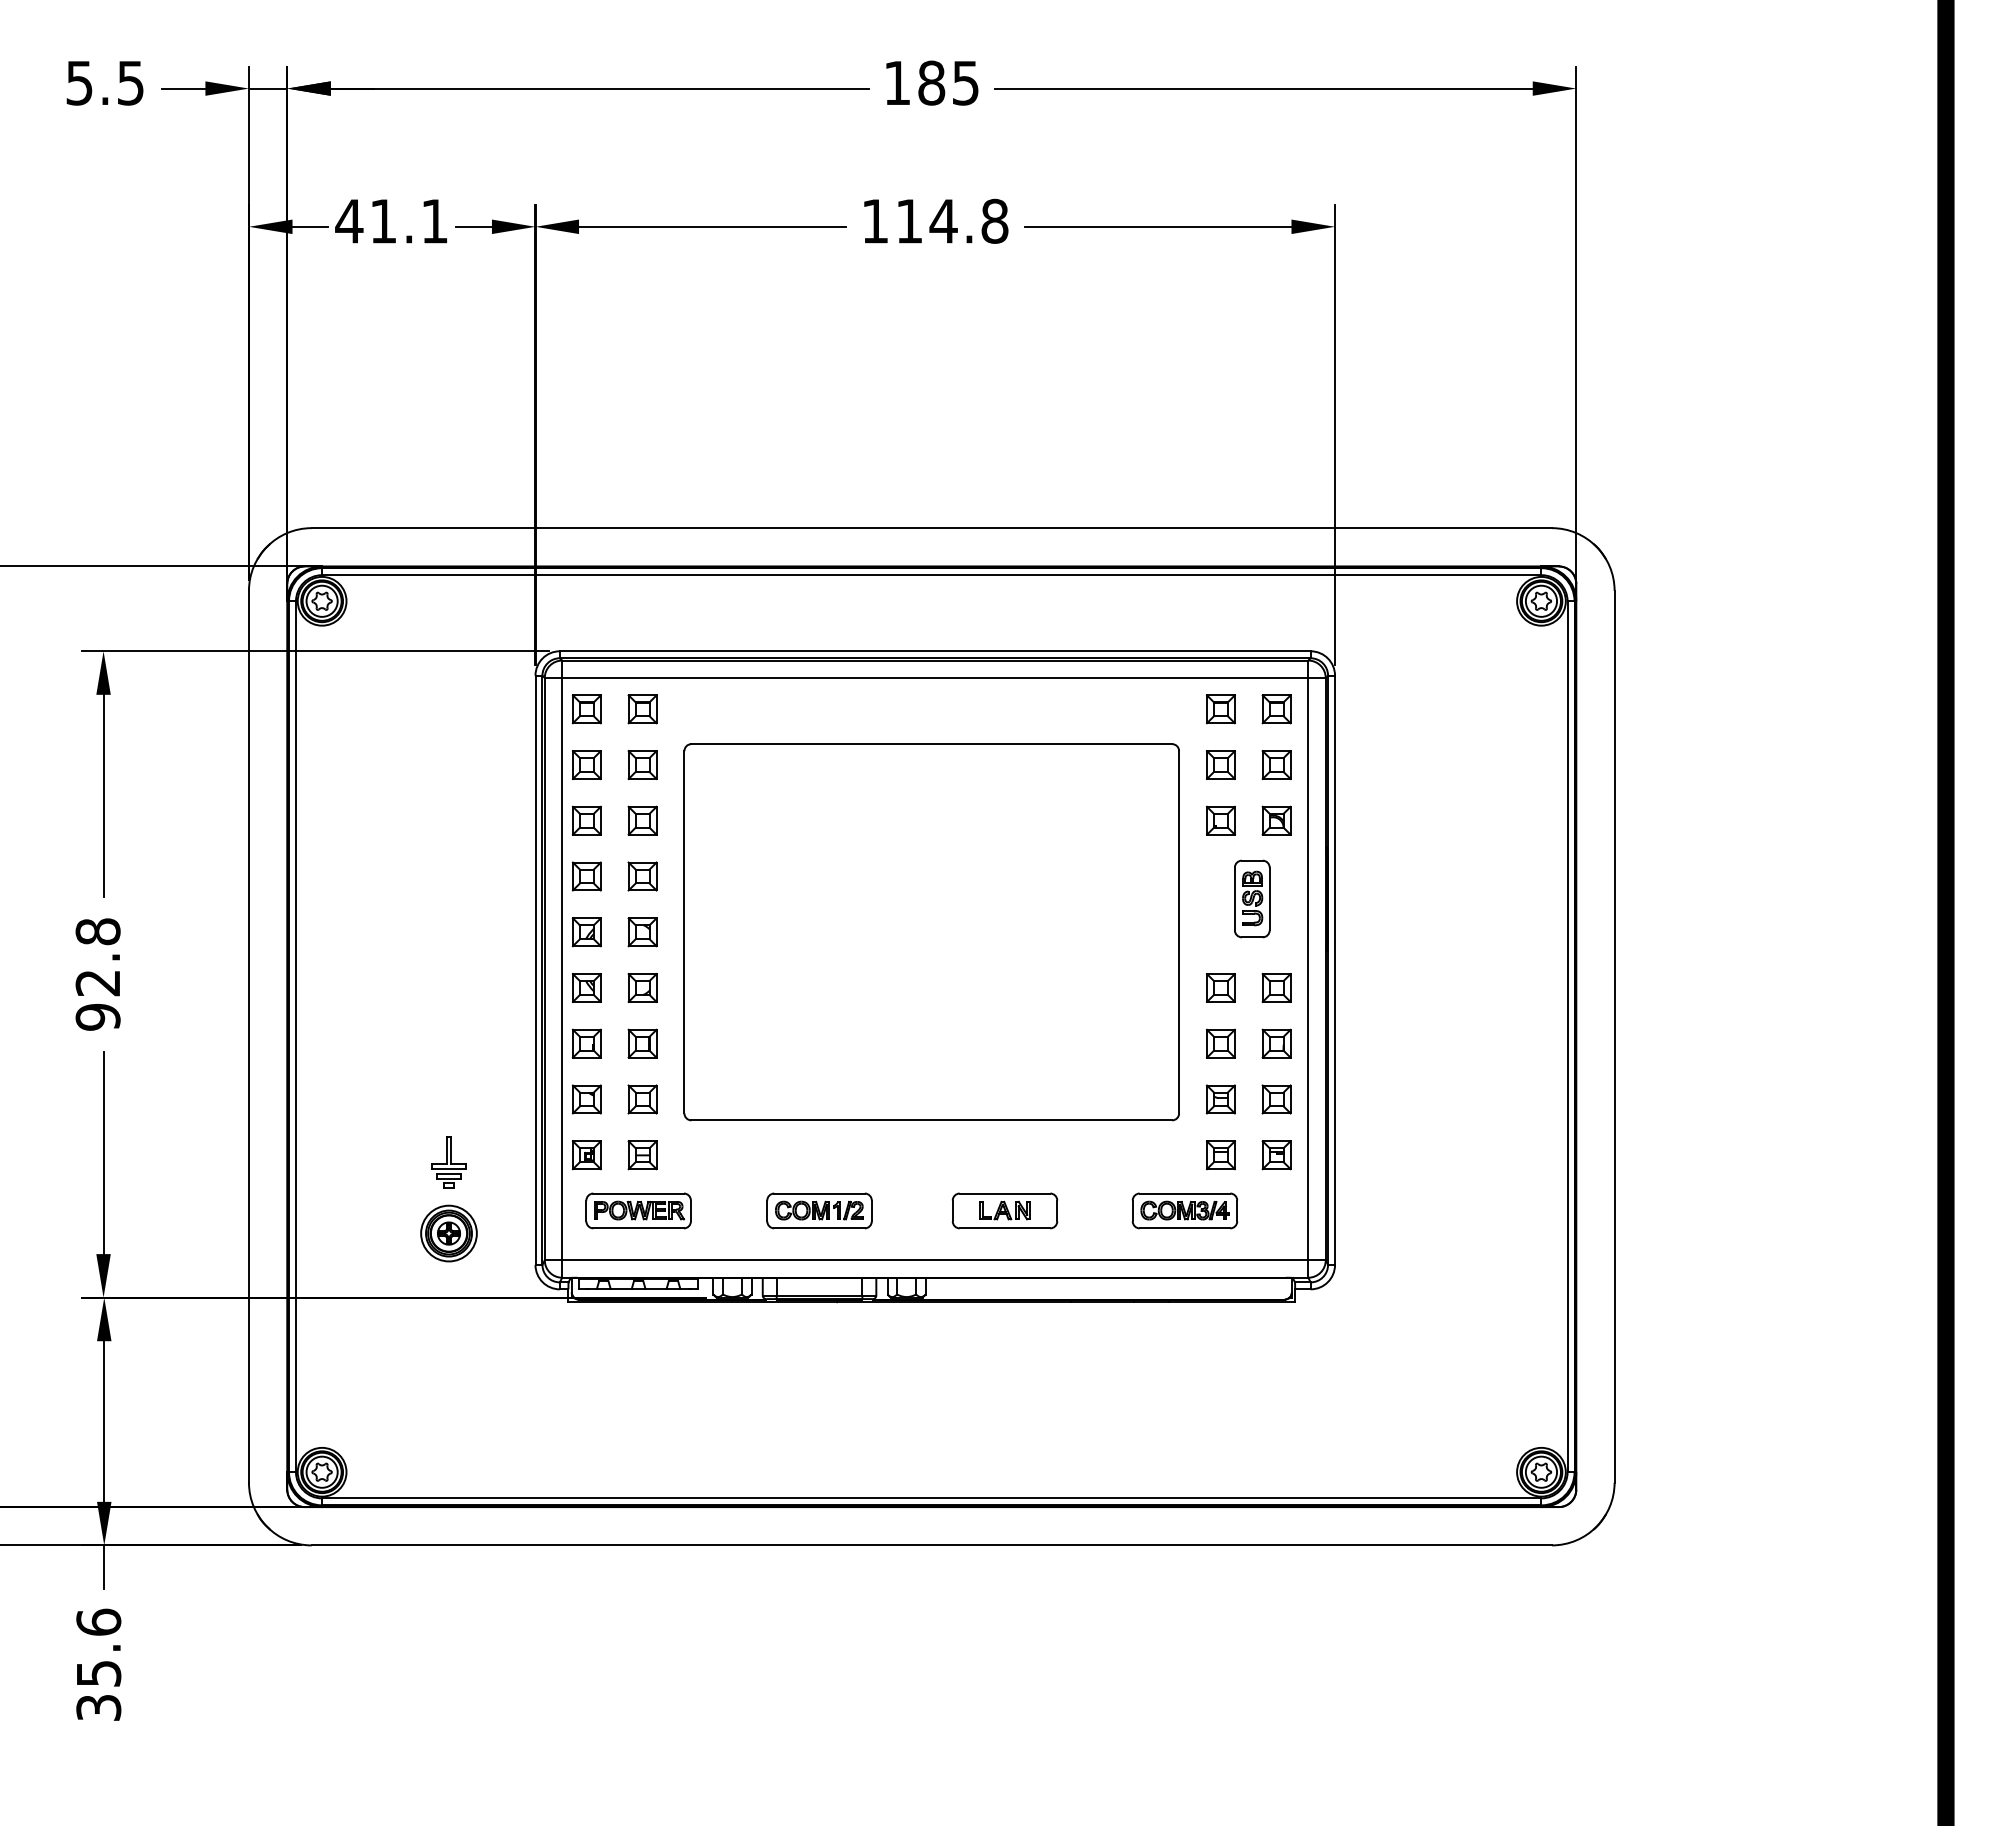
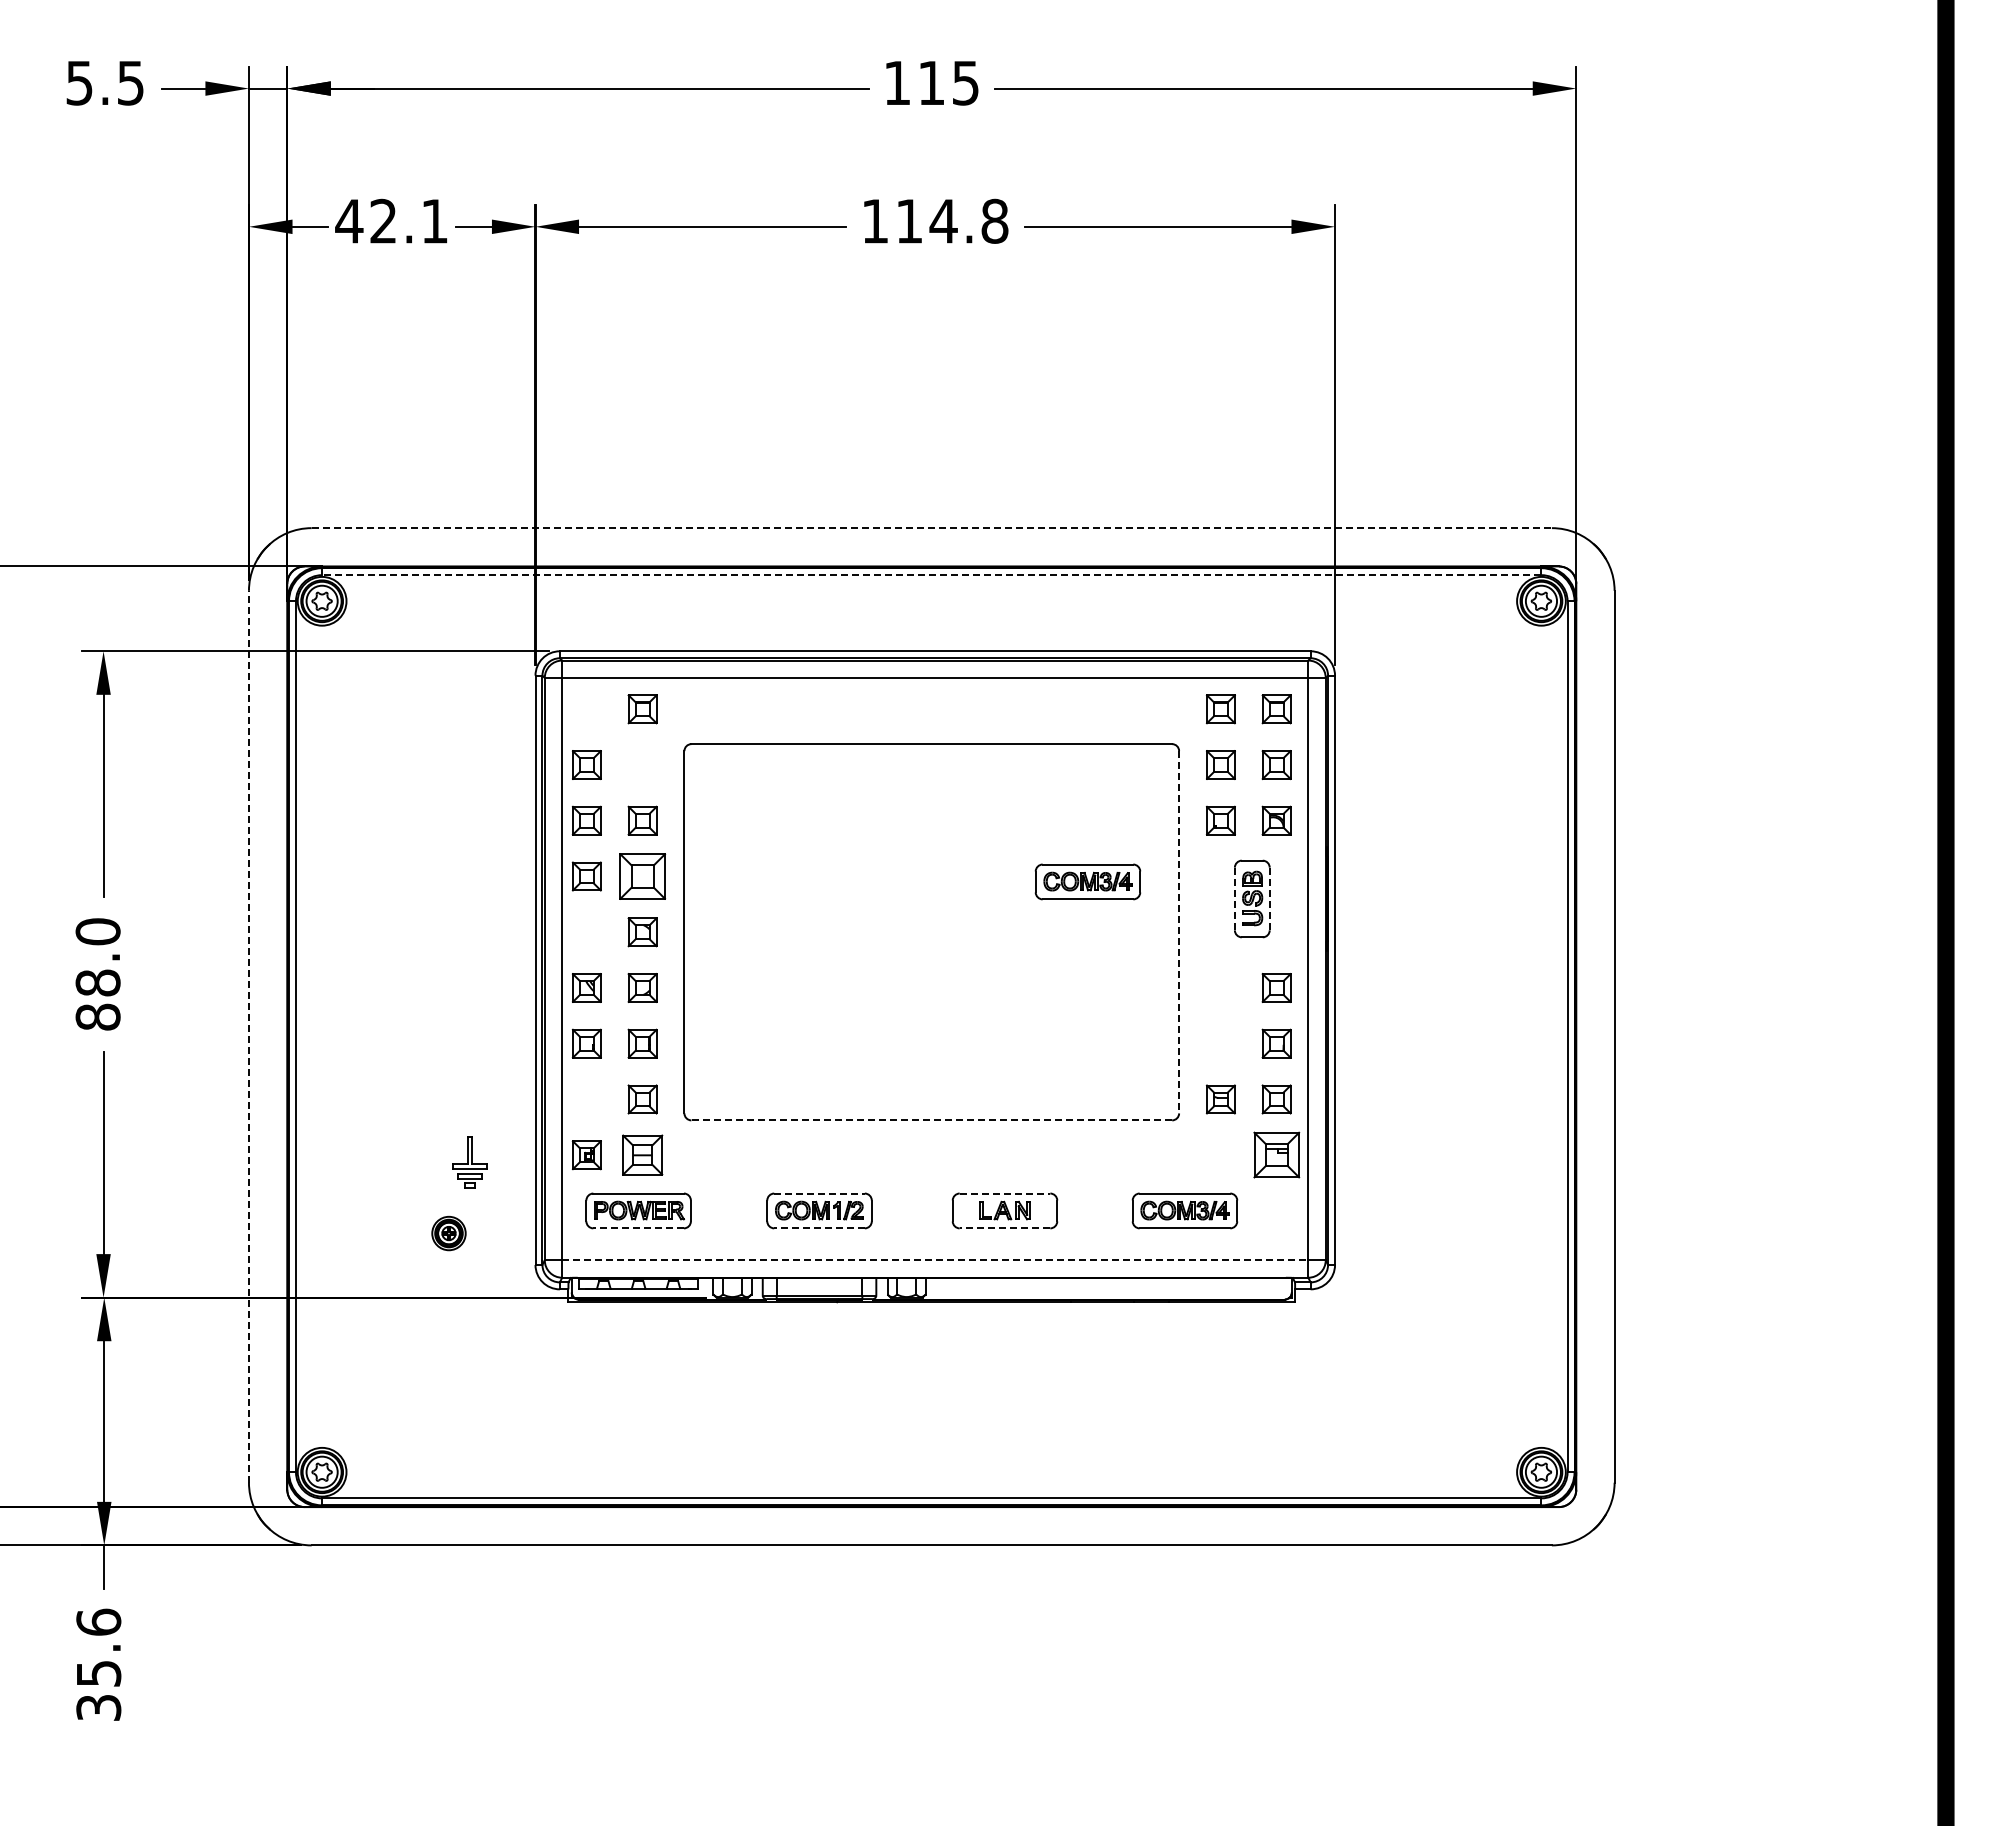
text at (931, 82): 185 -> 115
text at (382, 220): 41.1 -> 42.1
line at (932, 528): solid -> dashed
line at (931, 575): solid -> dashed
part at (586, 709): present -> none
part at (642, 764): present -> none
part at (642, 876) size: 31x31 px -> 48x47 px
part at (1087, 881): none -> present
line at (1234, 898): solid -> dashed
line at (1269, 899): solid -> dashed
part at (586, 932): present -> none
line at (1179, 932): solid -> dashed
text at (97, 974): 92.8 -> 88.0
part at (1220, 987): present -> none
line at (248, 1036): solid -> dashed
part at (1220, 1043): present -> none
part at (586, 1099): present -> none
line at (931, 1120): solid -> dashed
part at (642, 1155) size: 31x31 px -> 42x42 px
part at (1220, 1155): present -> none
part at (1276, 1155) size: 31x31 px -> 48x48 px
part at (448, 1162) position: (448, 1162) -> (469, 1162)
line at (820, 1193): solid -> dashed
line at (1005, 1193): solid -> dashed
line at (638, 1228): solid -> dashed
line at (819, 1228): solid -> dashed
line at (1004, 1228): solid -> dashed
part at (448, 1233) size: 58x59 px -> 36x37 px
line at (935, 1260): solid -> dashed
